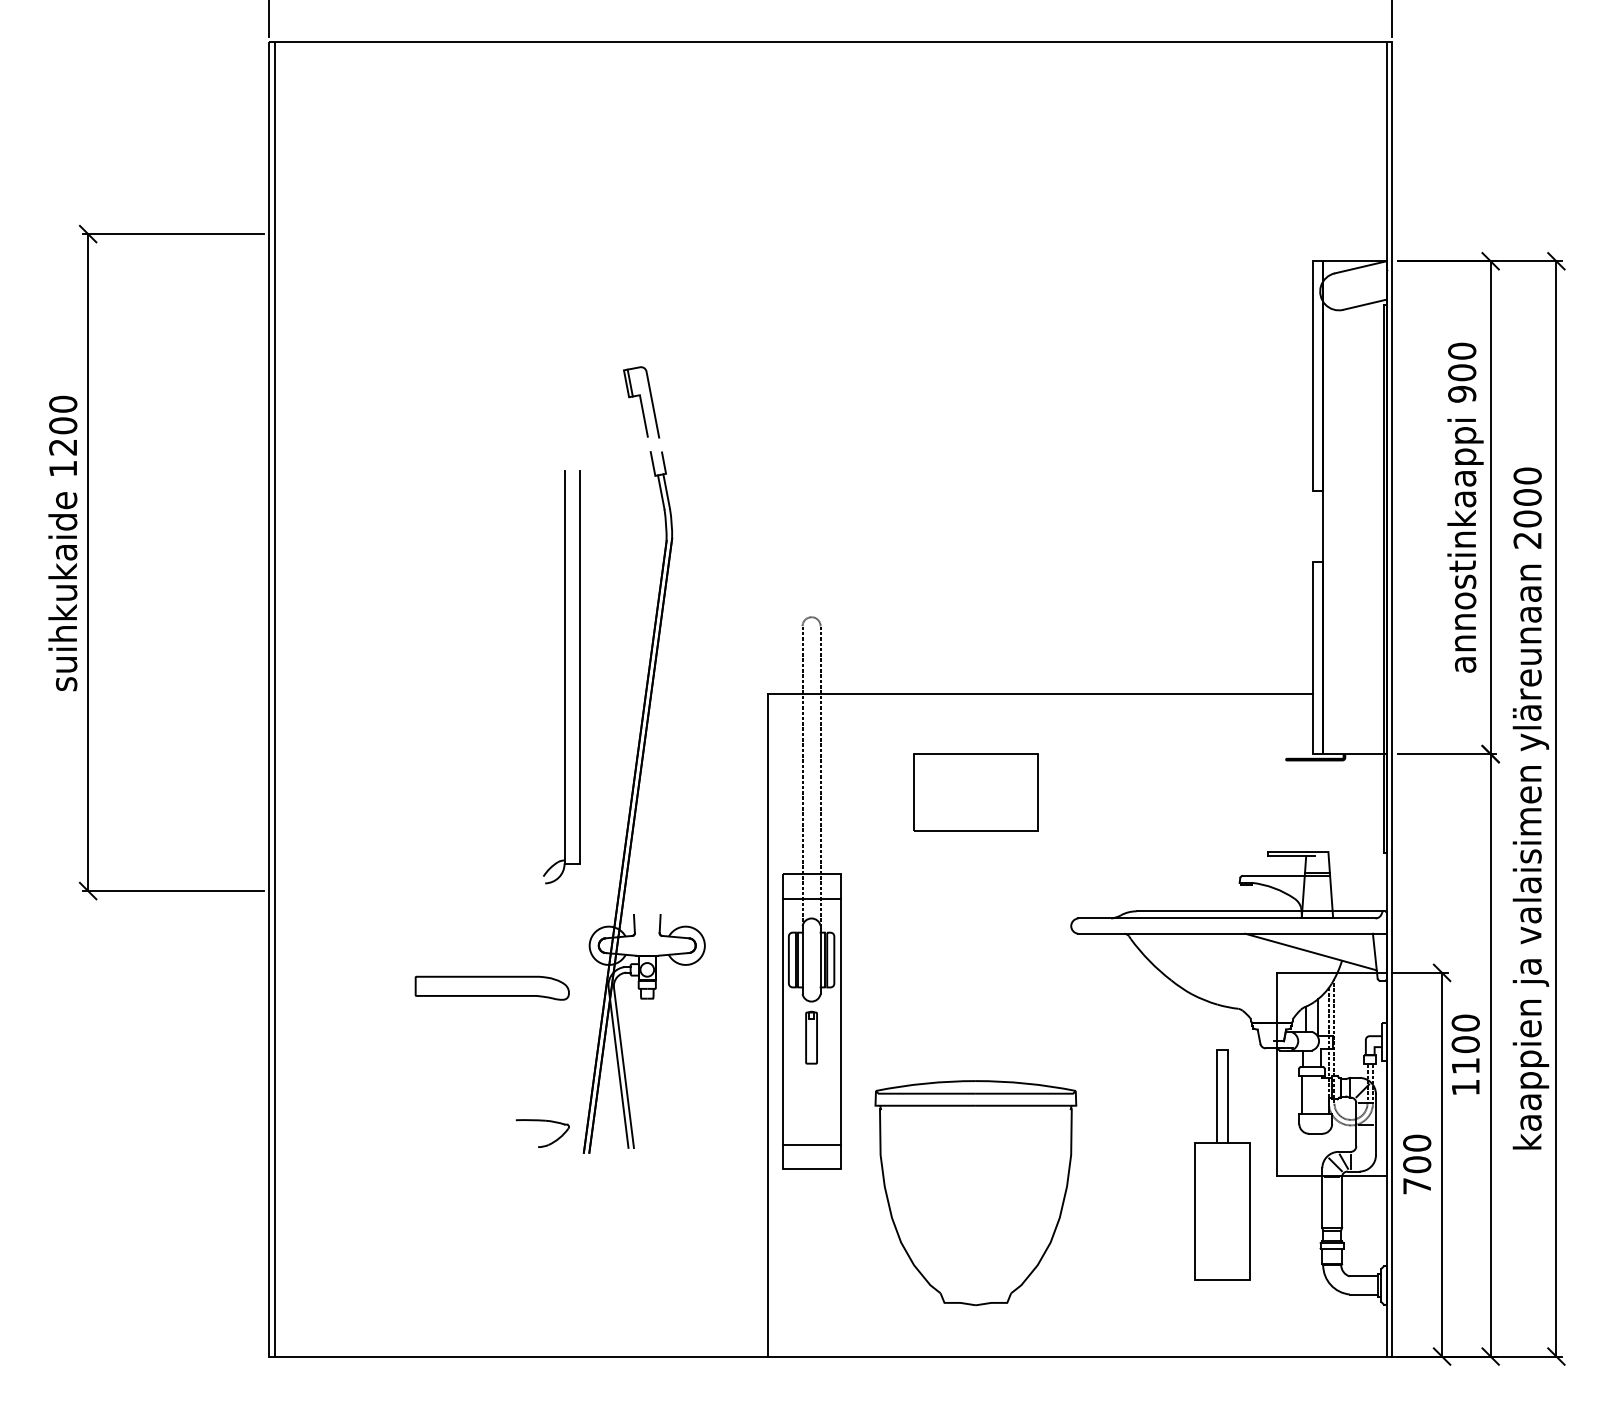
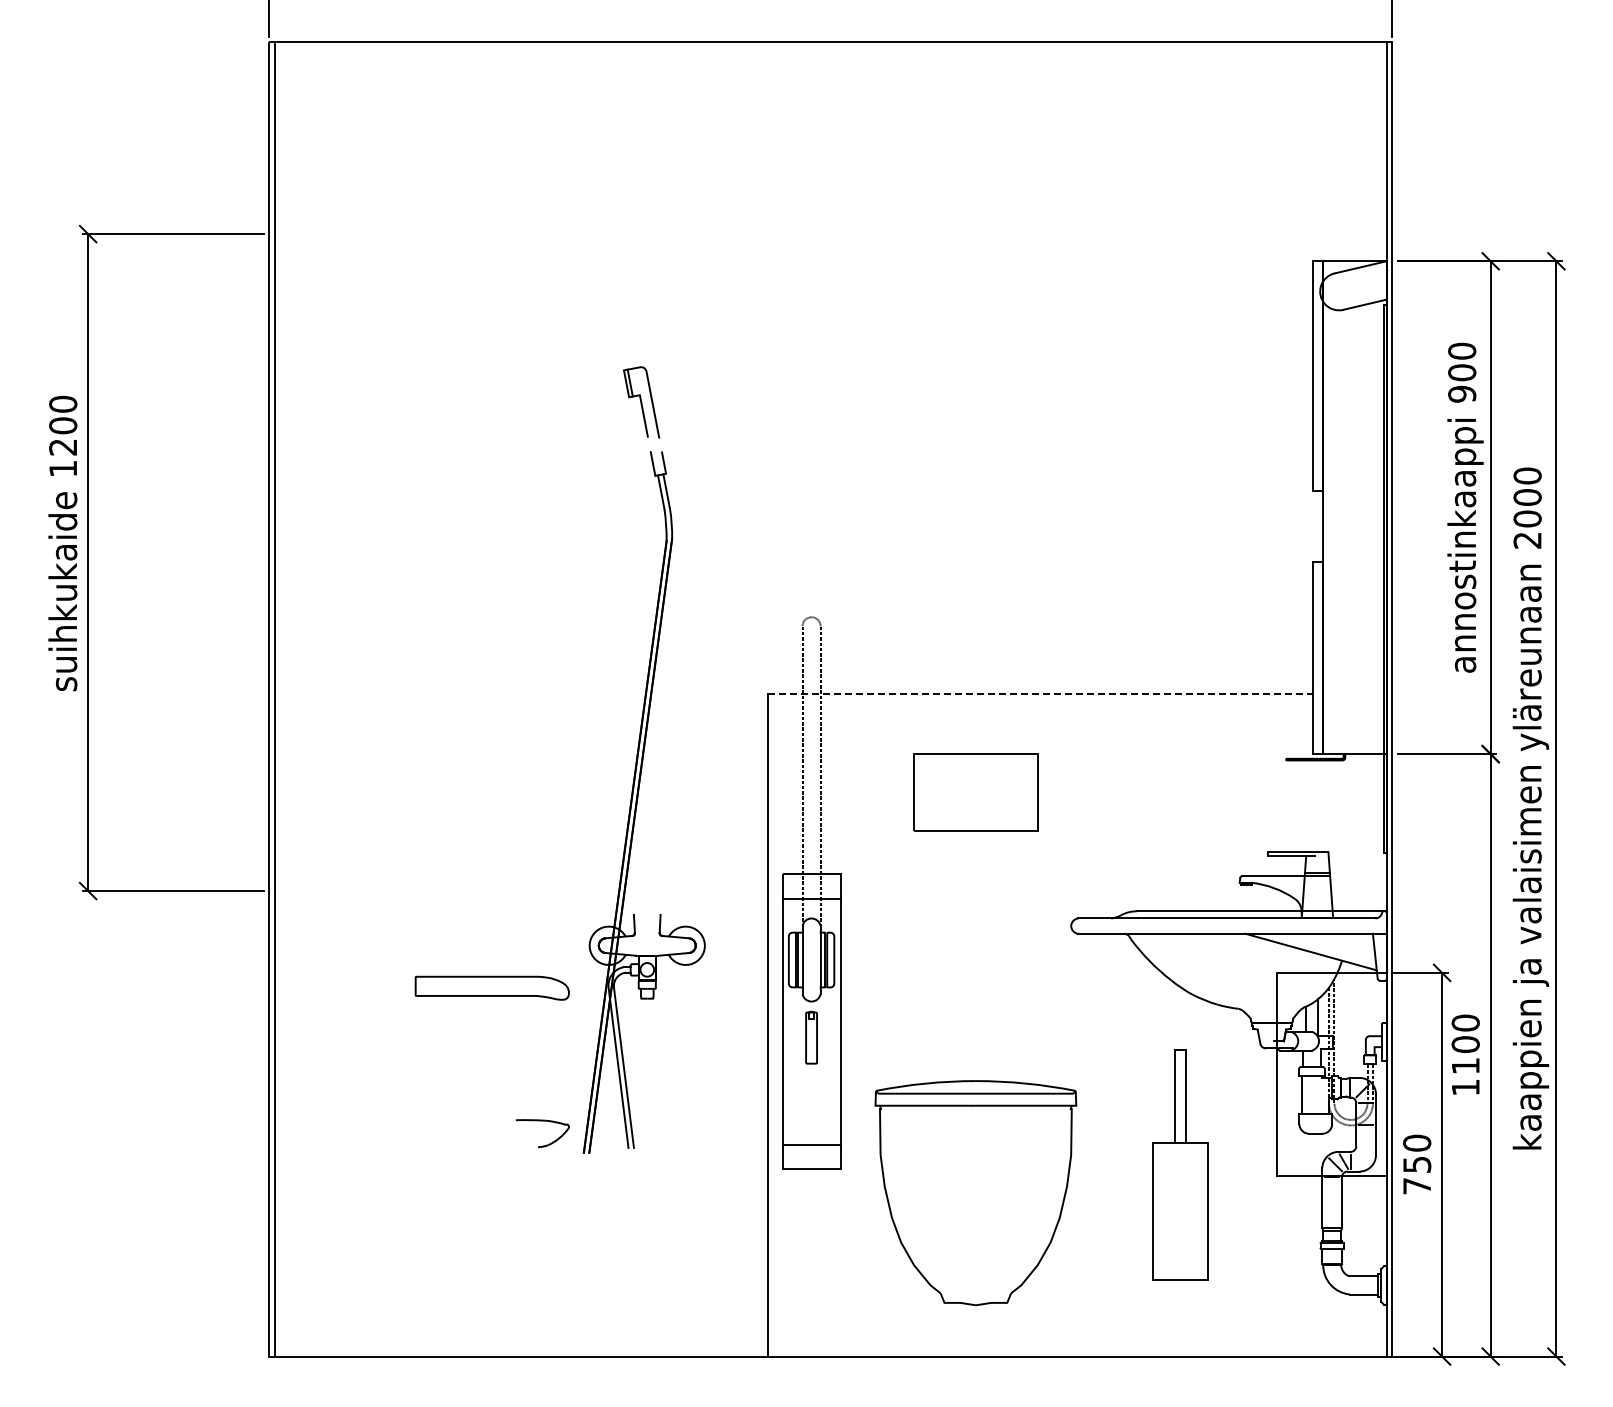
part at (561, 677): present -> none
line at (1040, 693): solid -> dashed
part at (1222, 1164) position: (1222, 1164) -> (1180, 1164)
text at (1417, 1164): 700 -> 750
